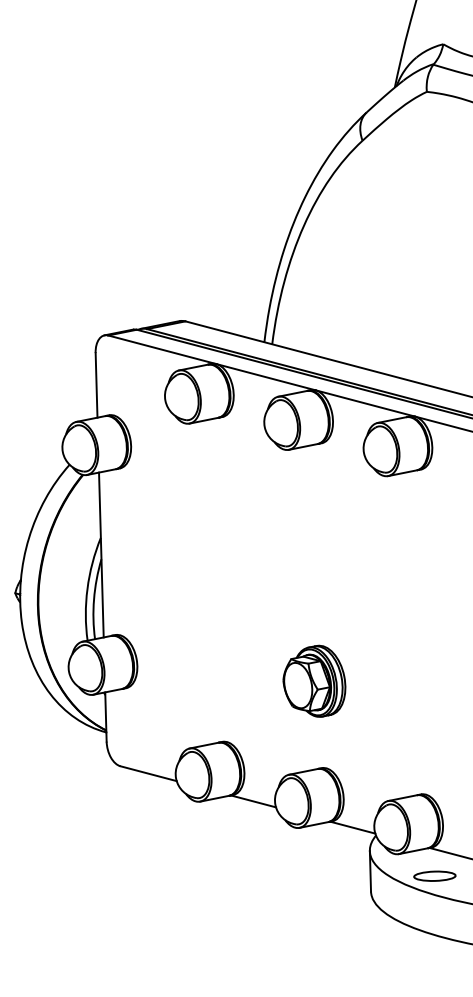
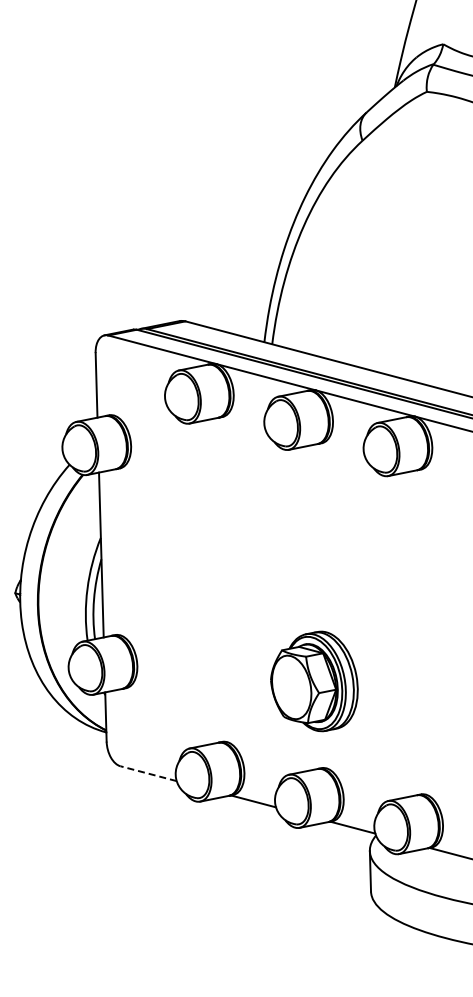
part at (314, 680) size: 65x74 px -> 89x103 px
line at (148, 773): solid -> dashed
part at (434, 875): present -> none
